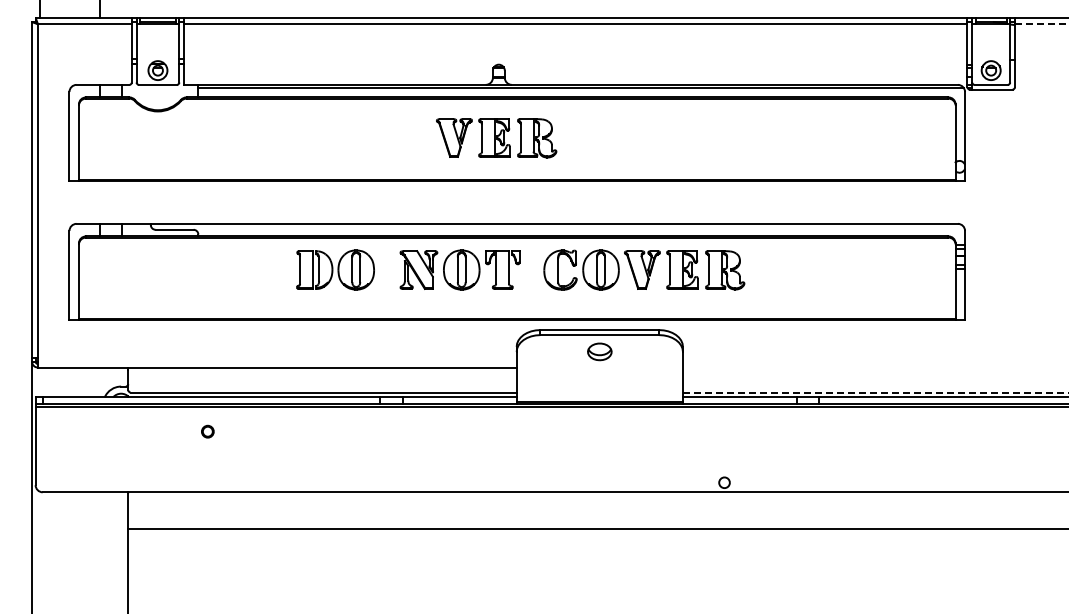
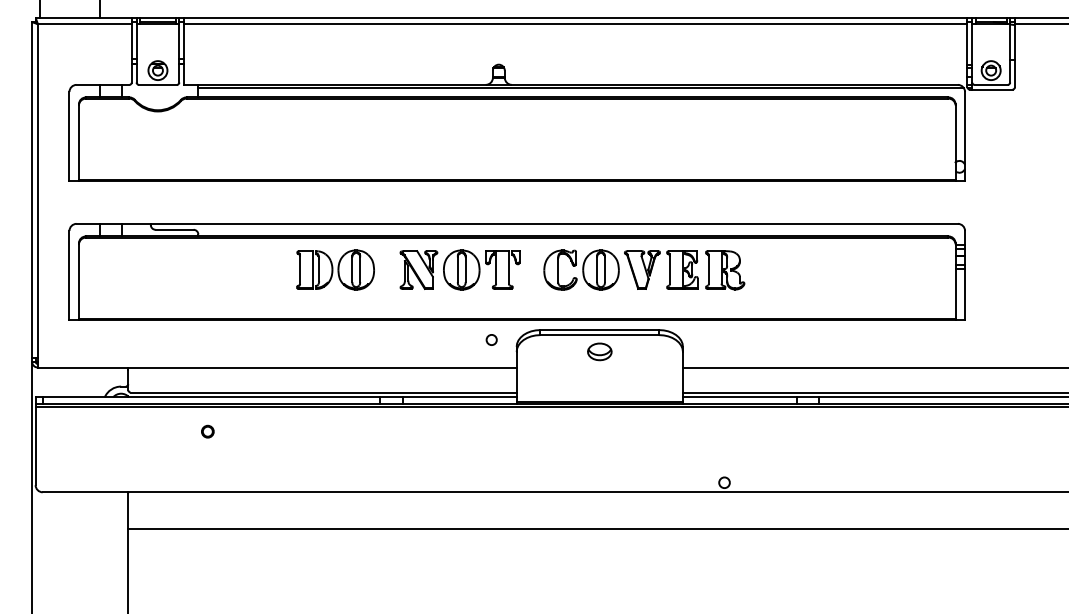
line at (1041, 24): dashed -> solid
part at (496, 138): present -> none
circle at (491, 339): none -> present
line at (873, 367): none -> present
line at (875, 392): dashed -> solid
